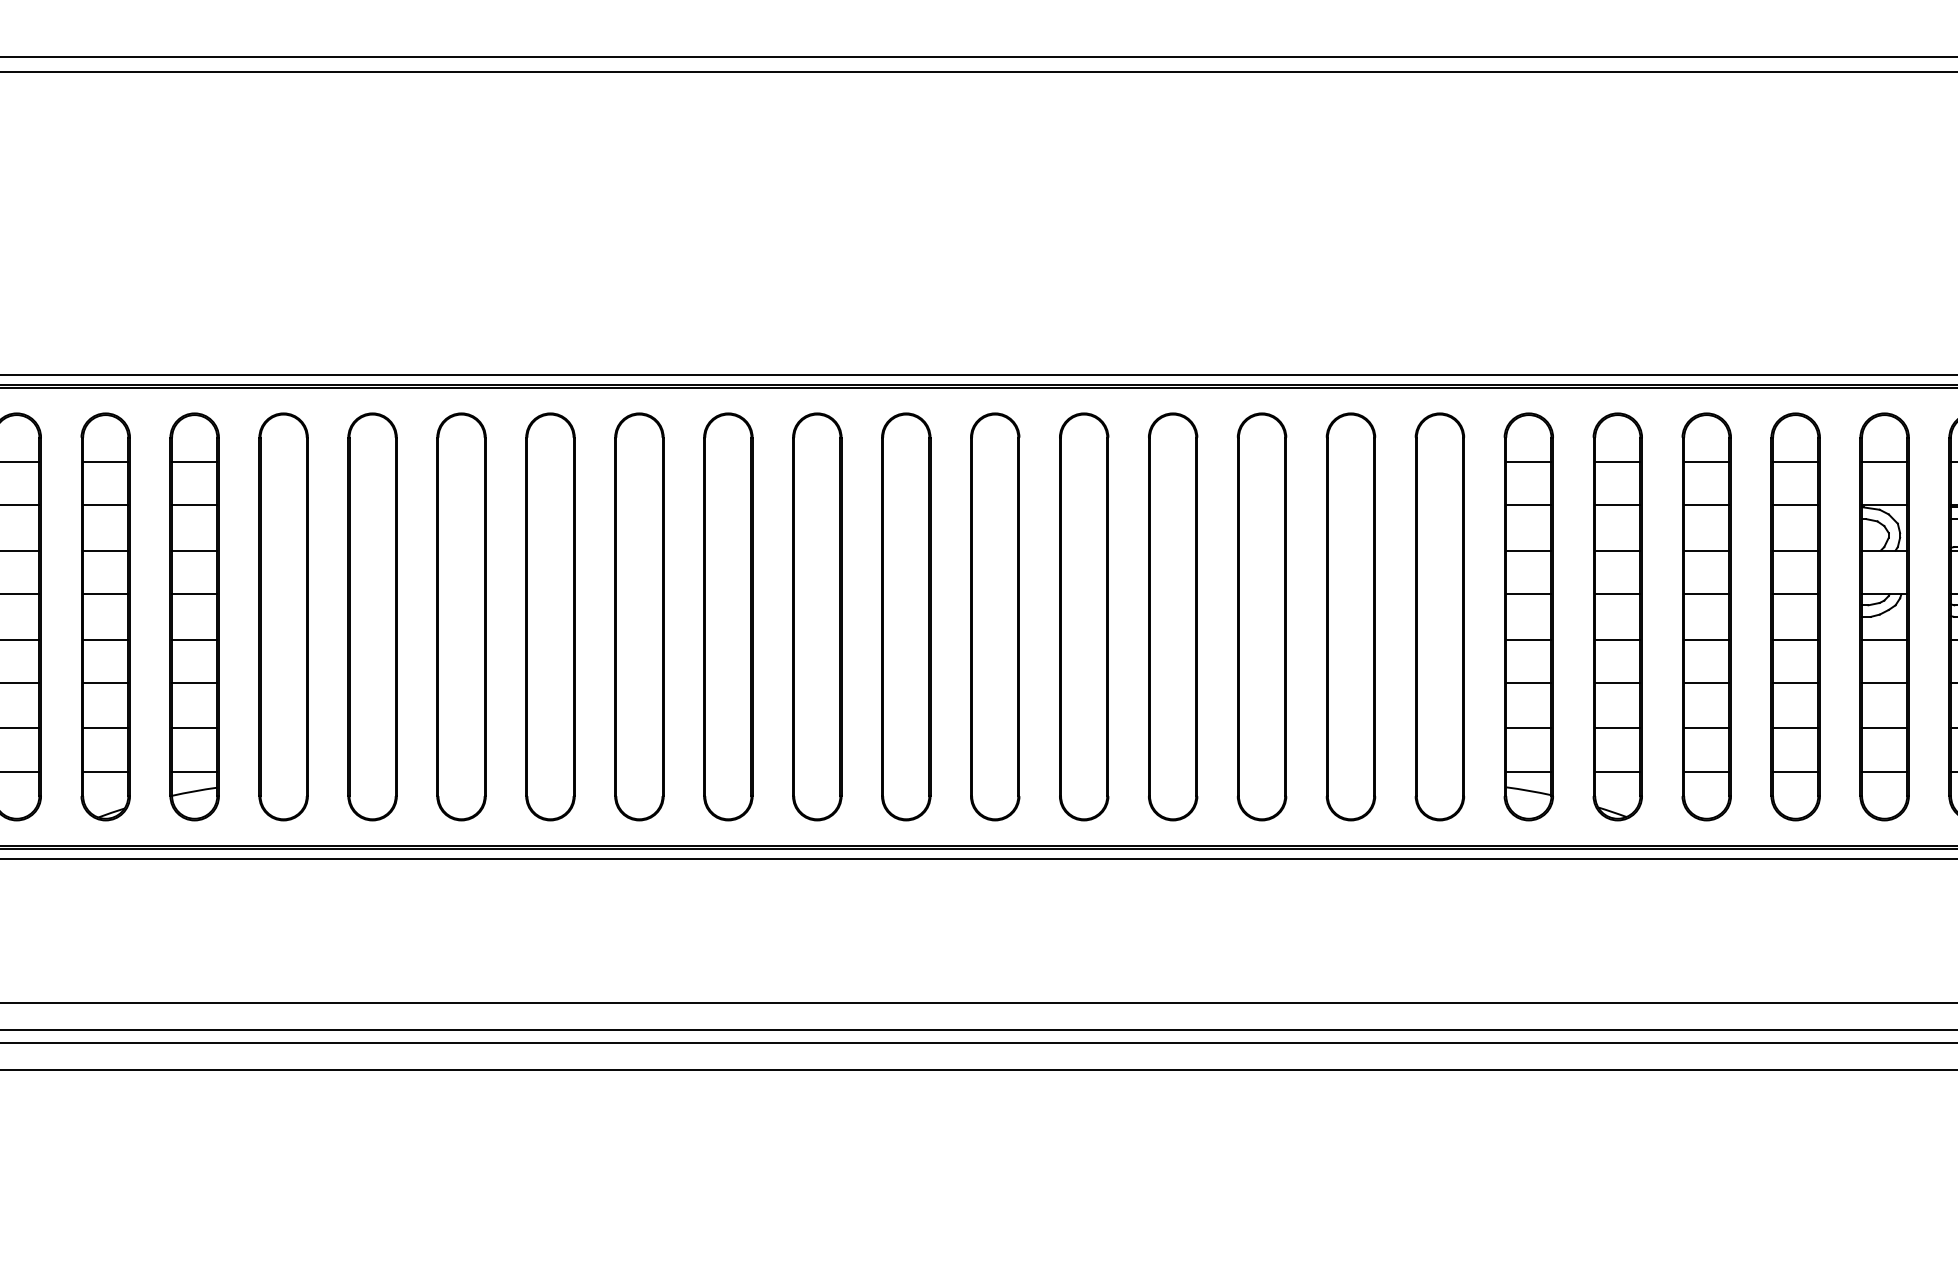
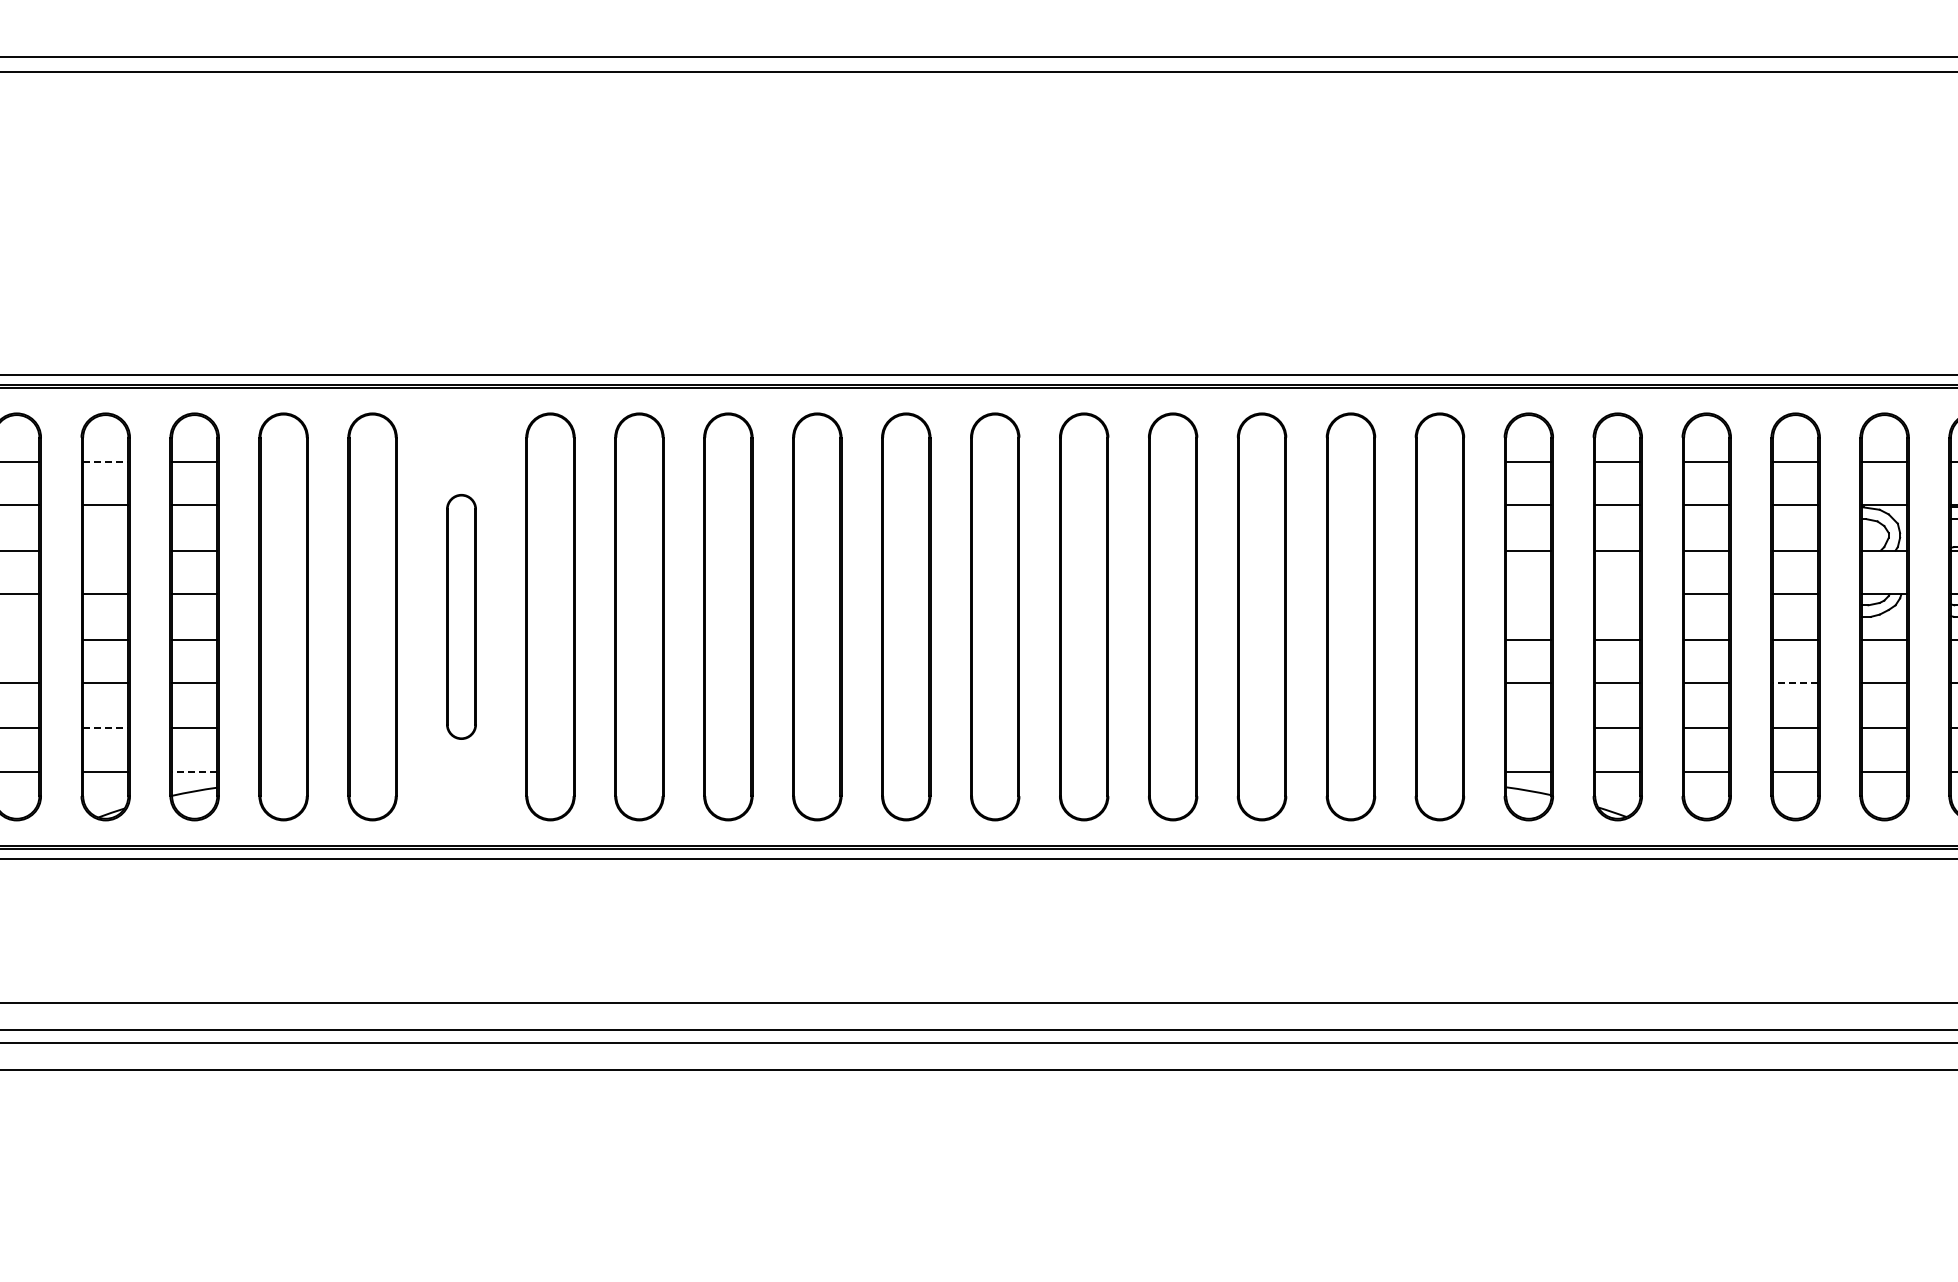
line at (105, 461): solid -> dashed
line at (105, 550): present -> none
line at (1528, 594): present -> none
line at (1617, 594): present -> none
part at (461, 616) size: 51x410 px -> 31x246 px
line at (20, 639): present -> none
line at (1795, 683): solid -> dashed
line at (105, 728): solid -> dashed
line at (1528, 728): present -> none
line at (194, 772): solid -> dashed
